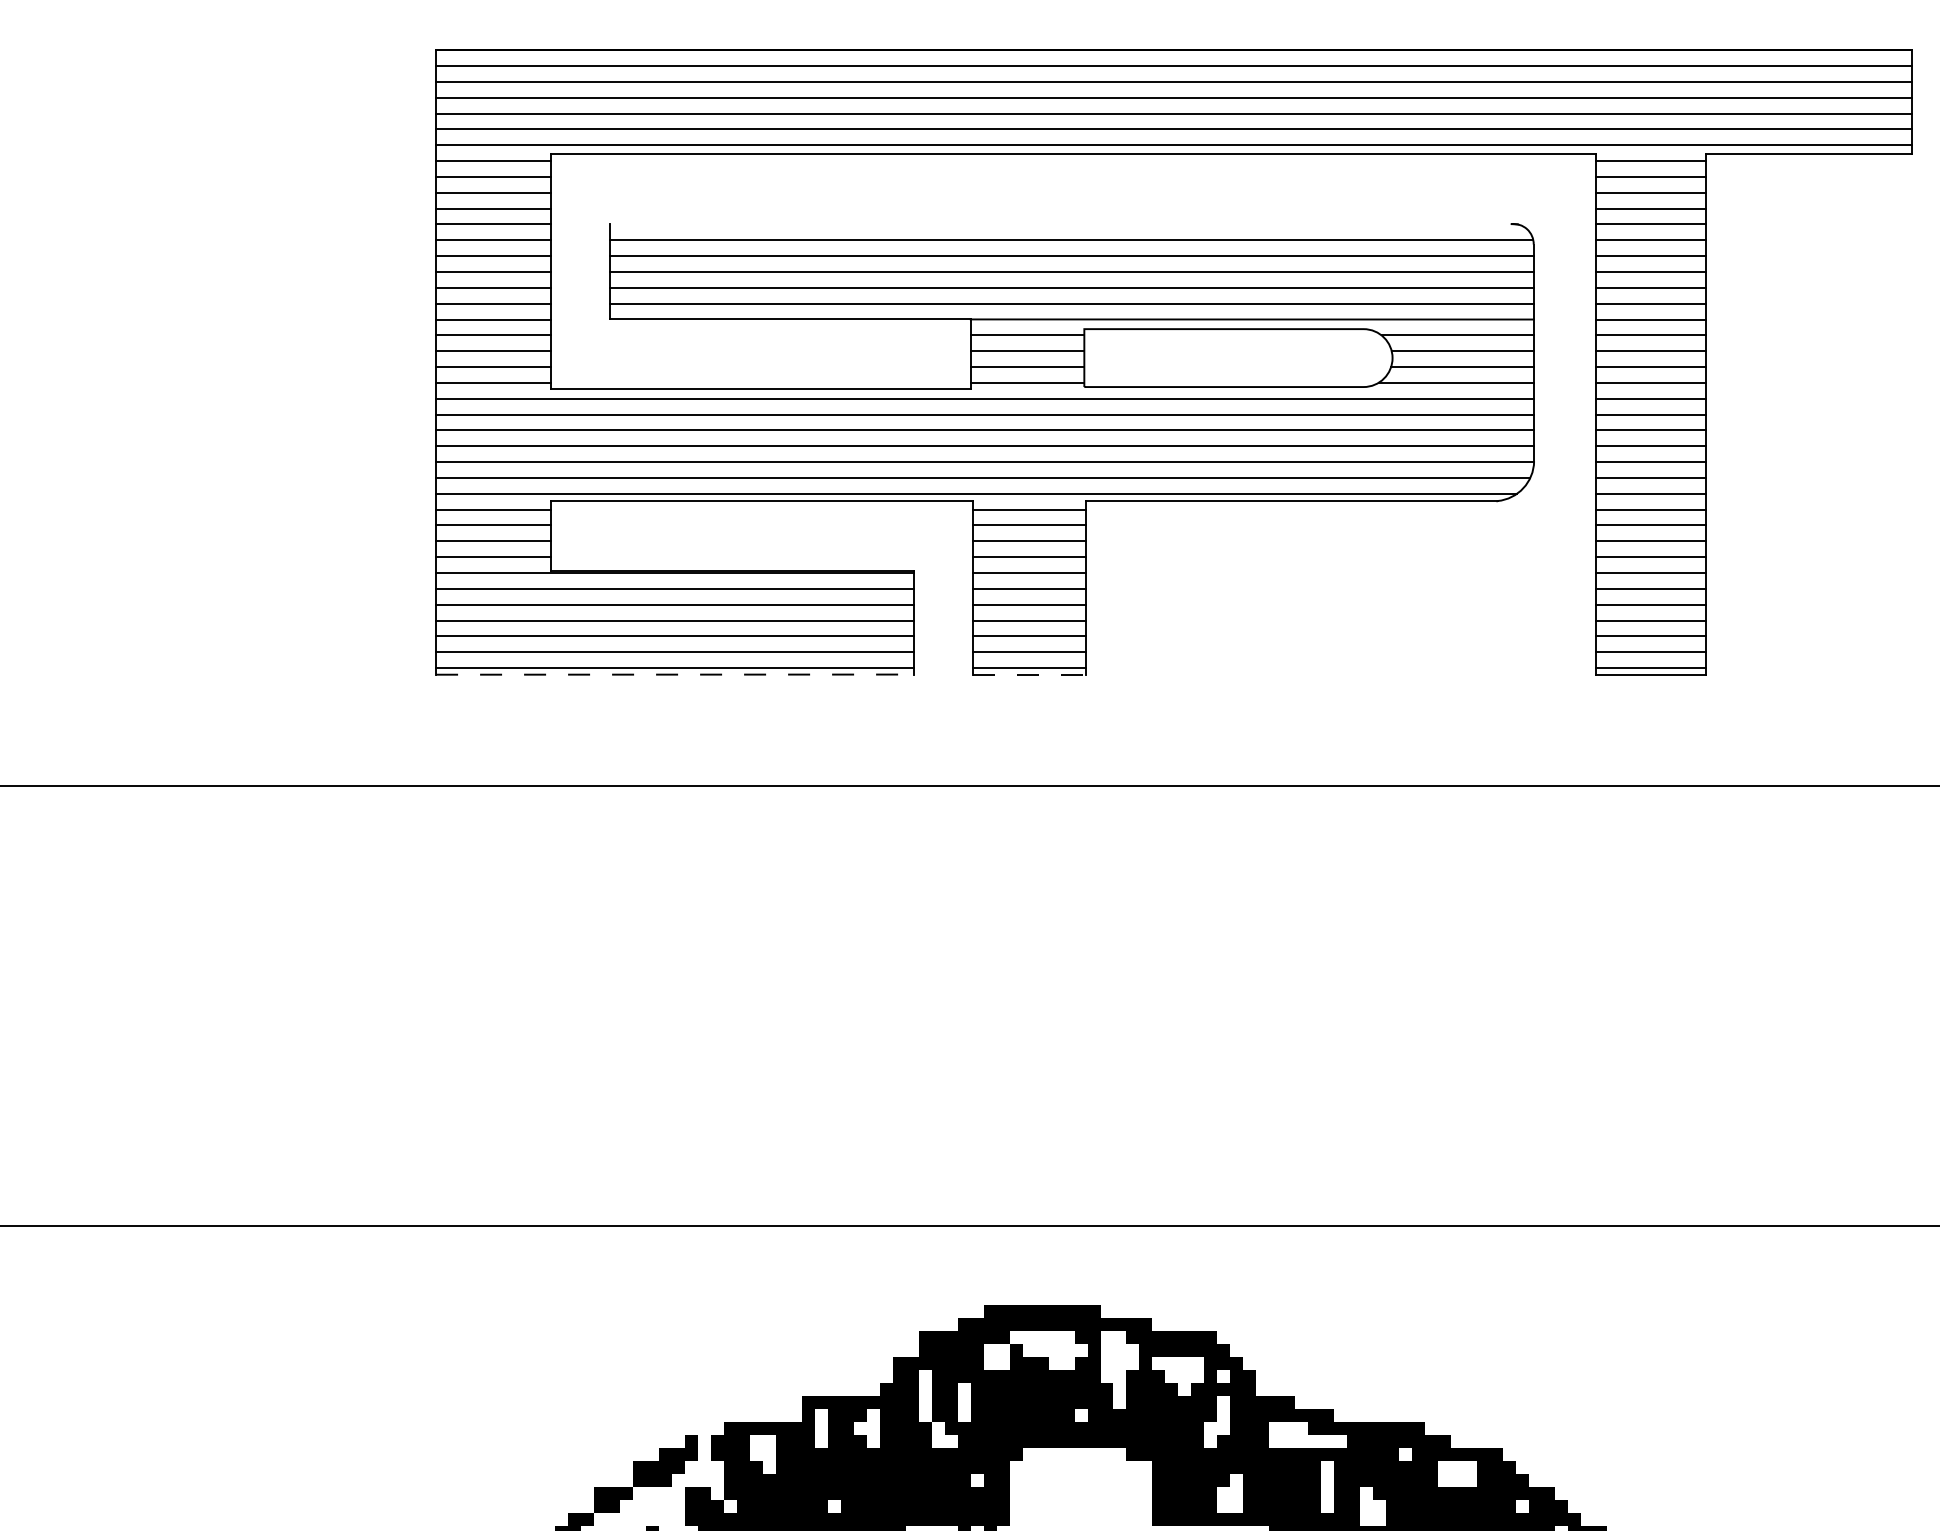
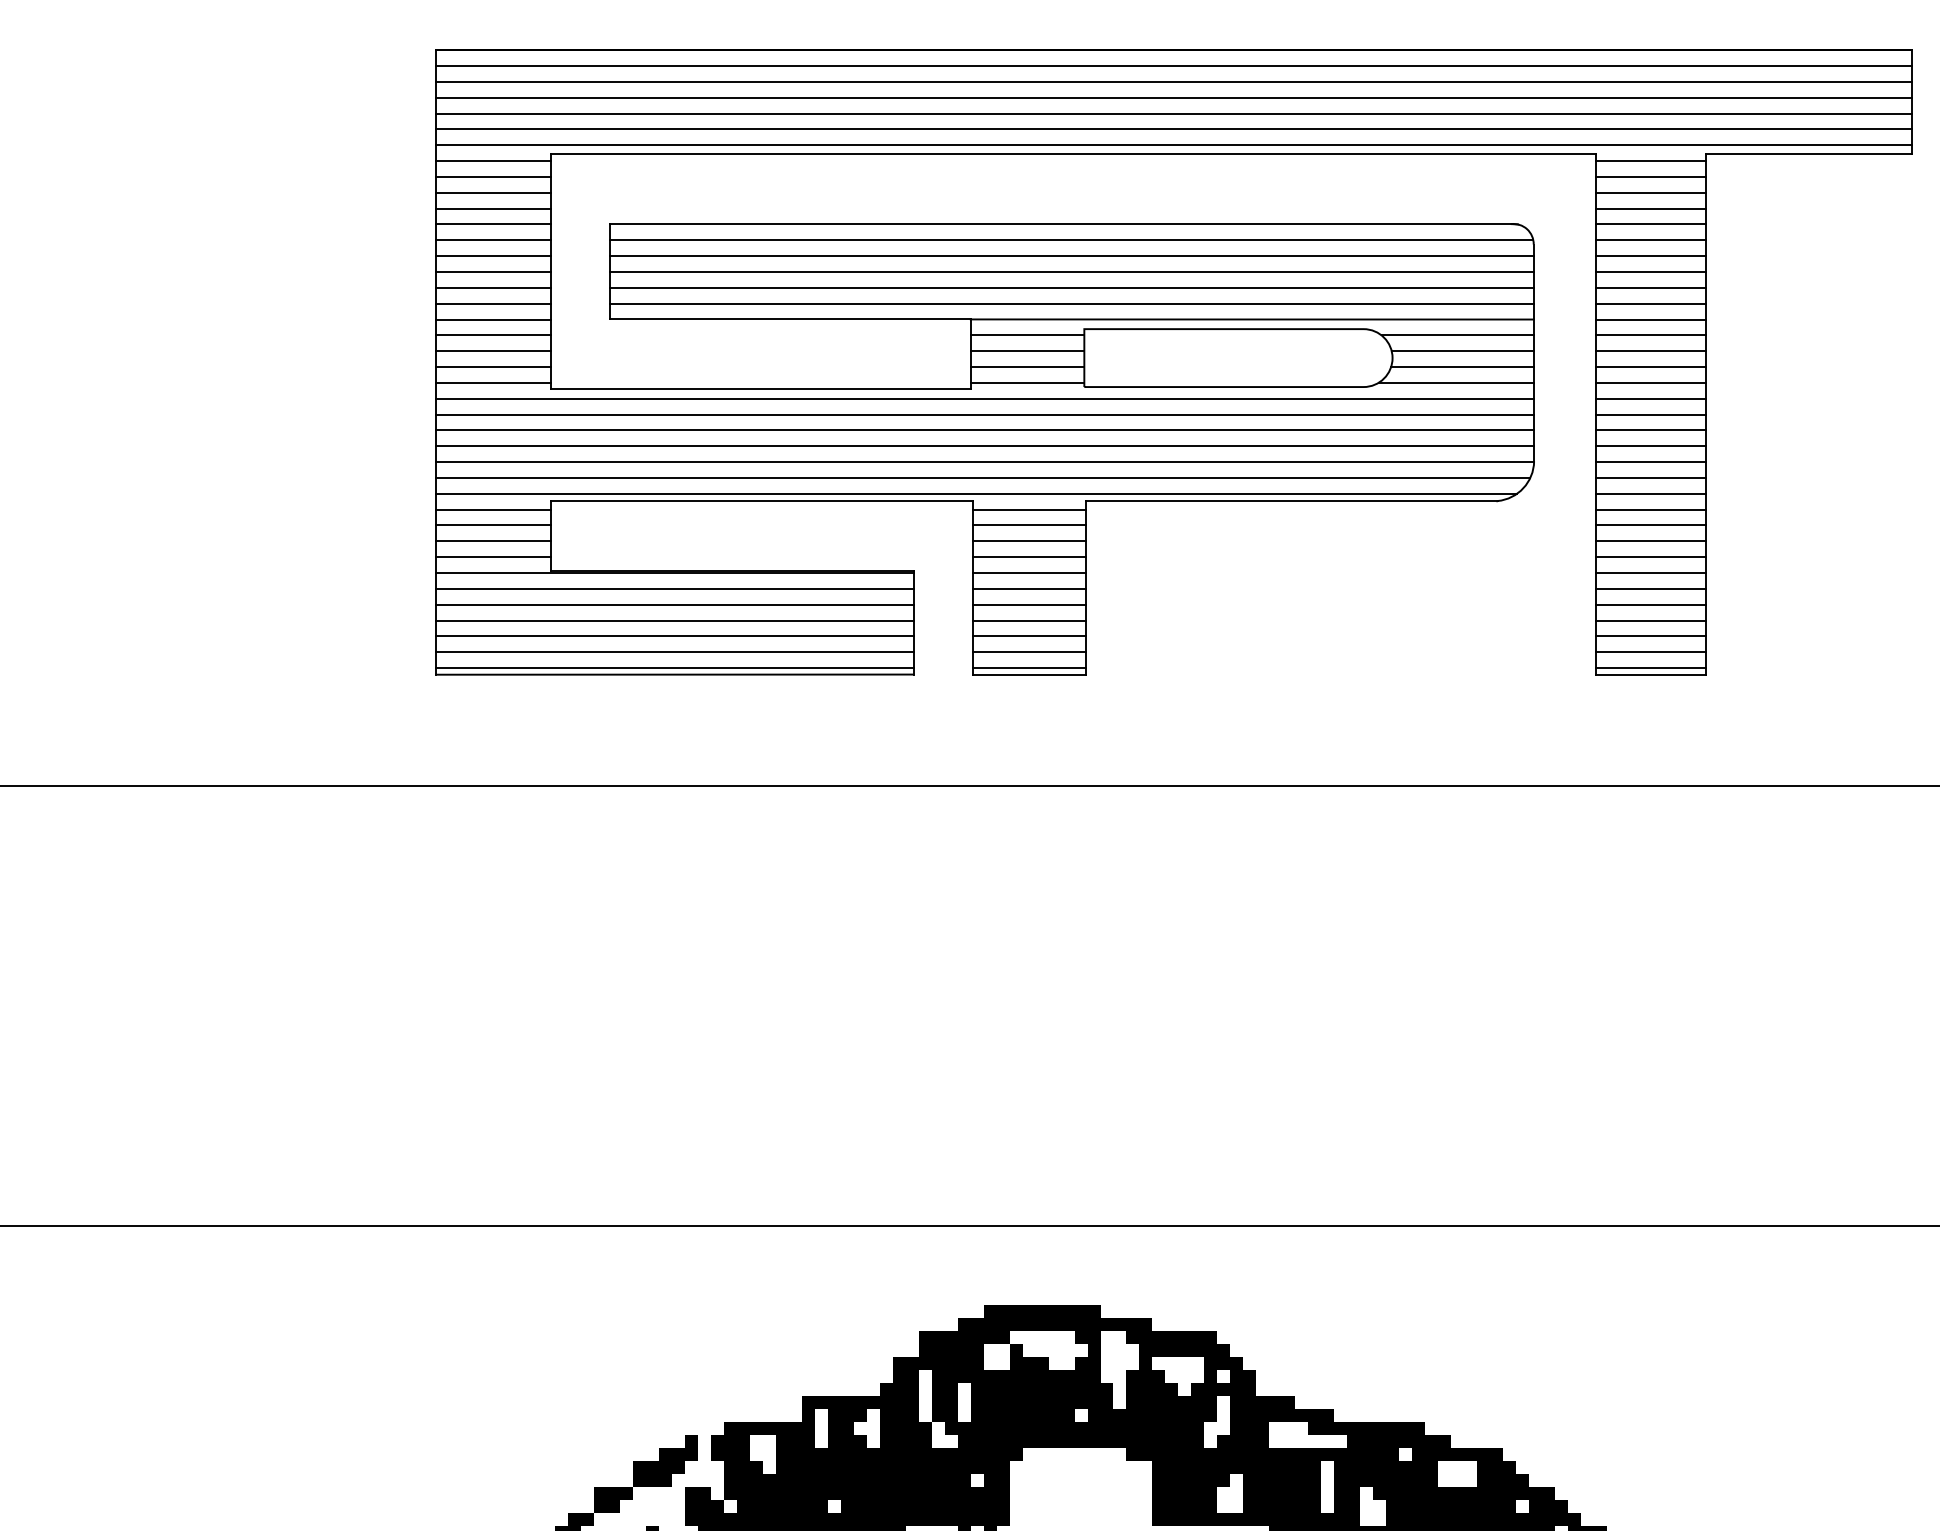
line at (1060, 224): none -> present
line at (674, 674): dashed -> solid
line at (1030, 674): dashed -> solid
